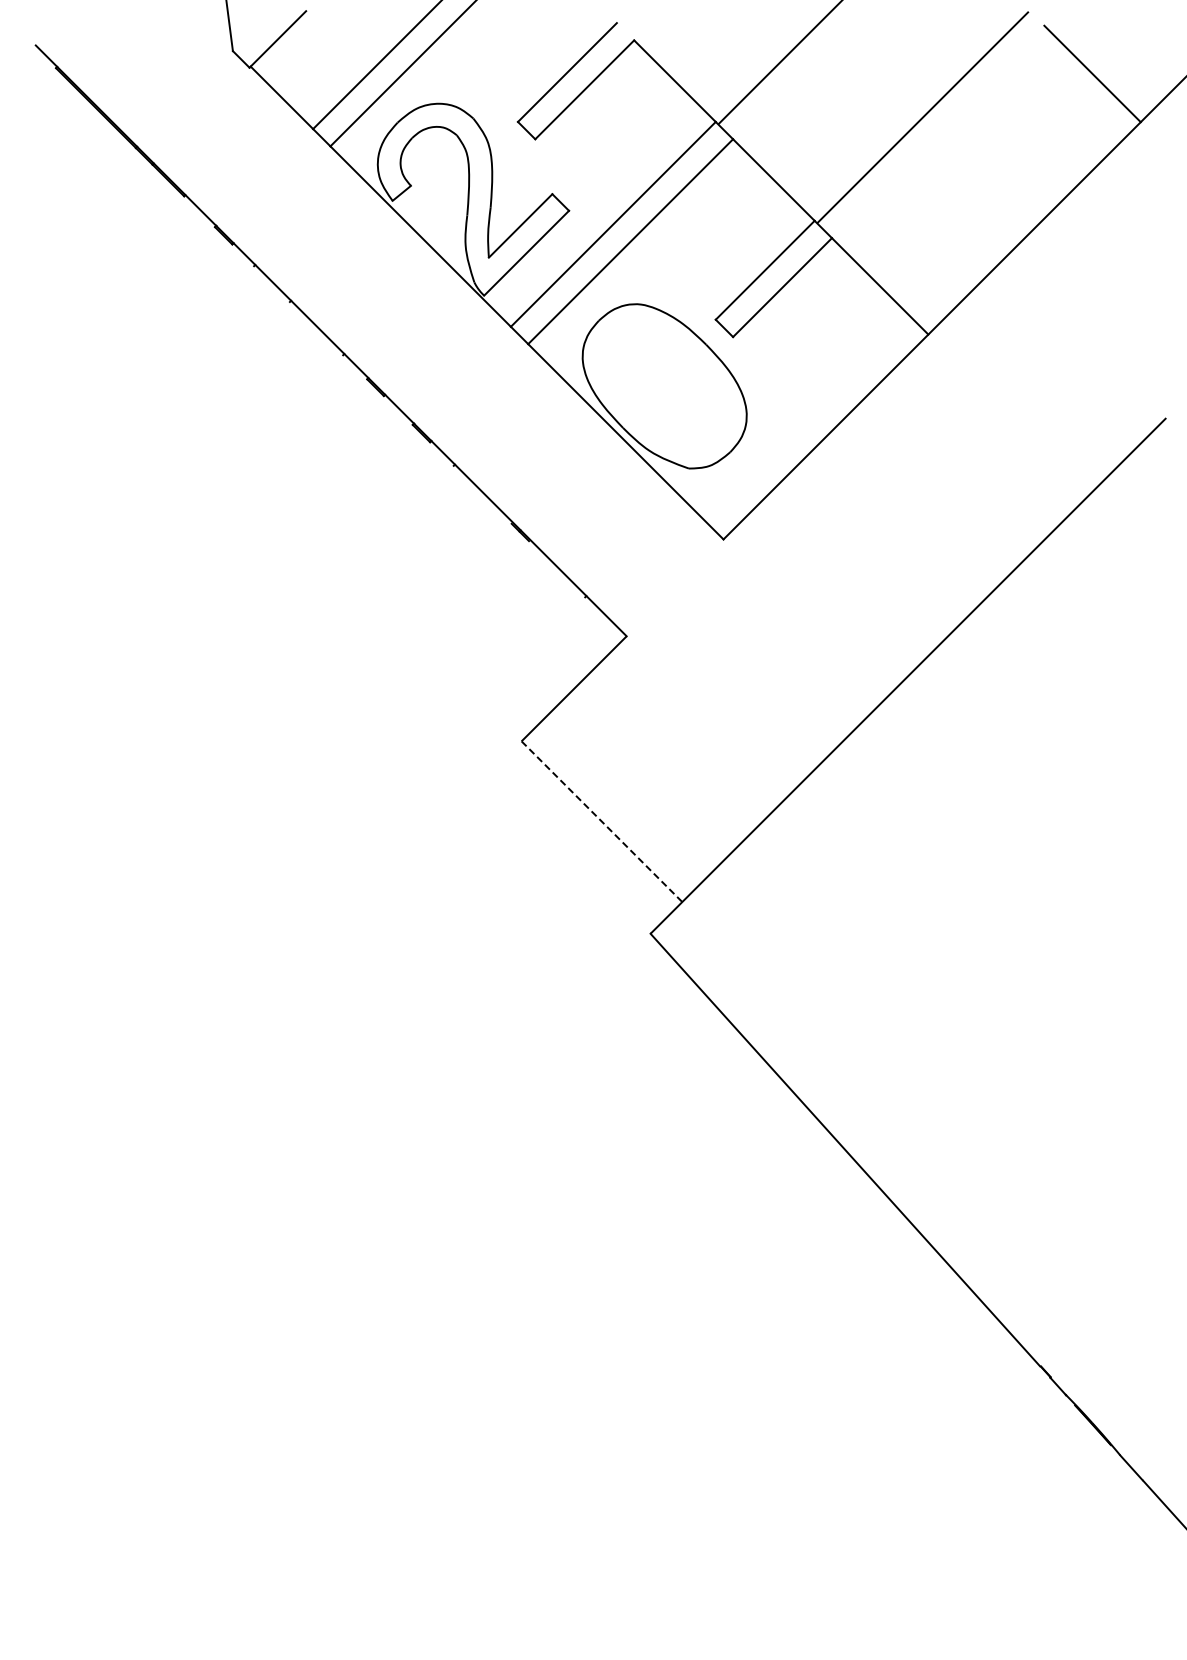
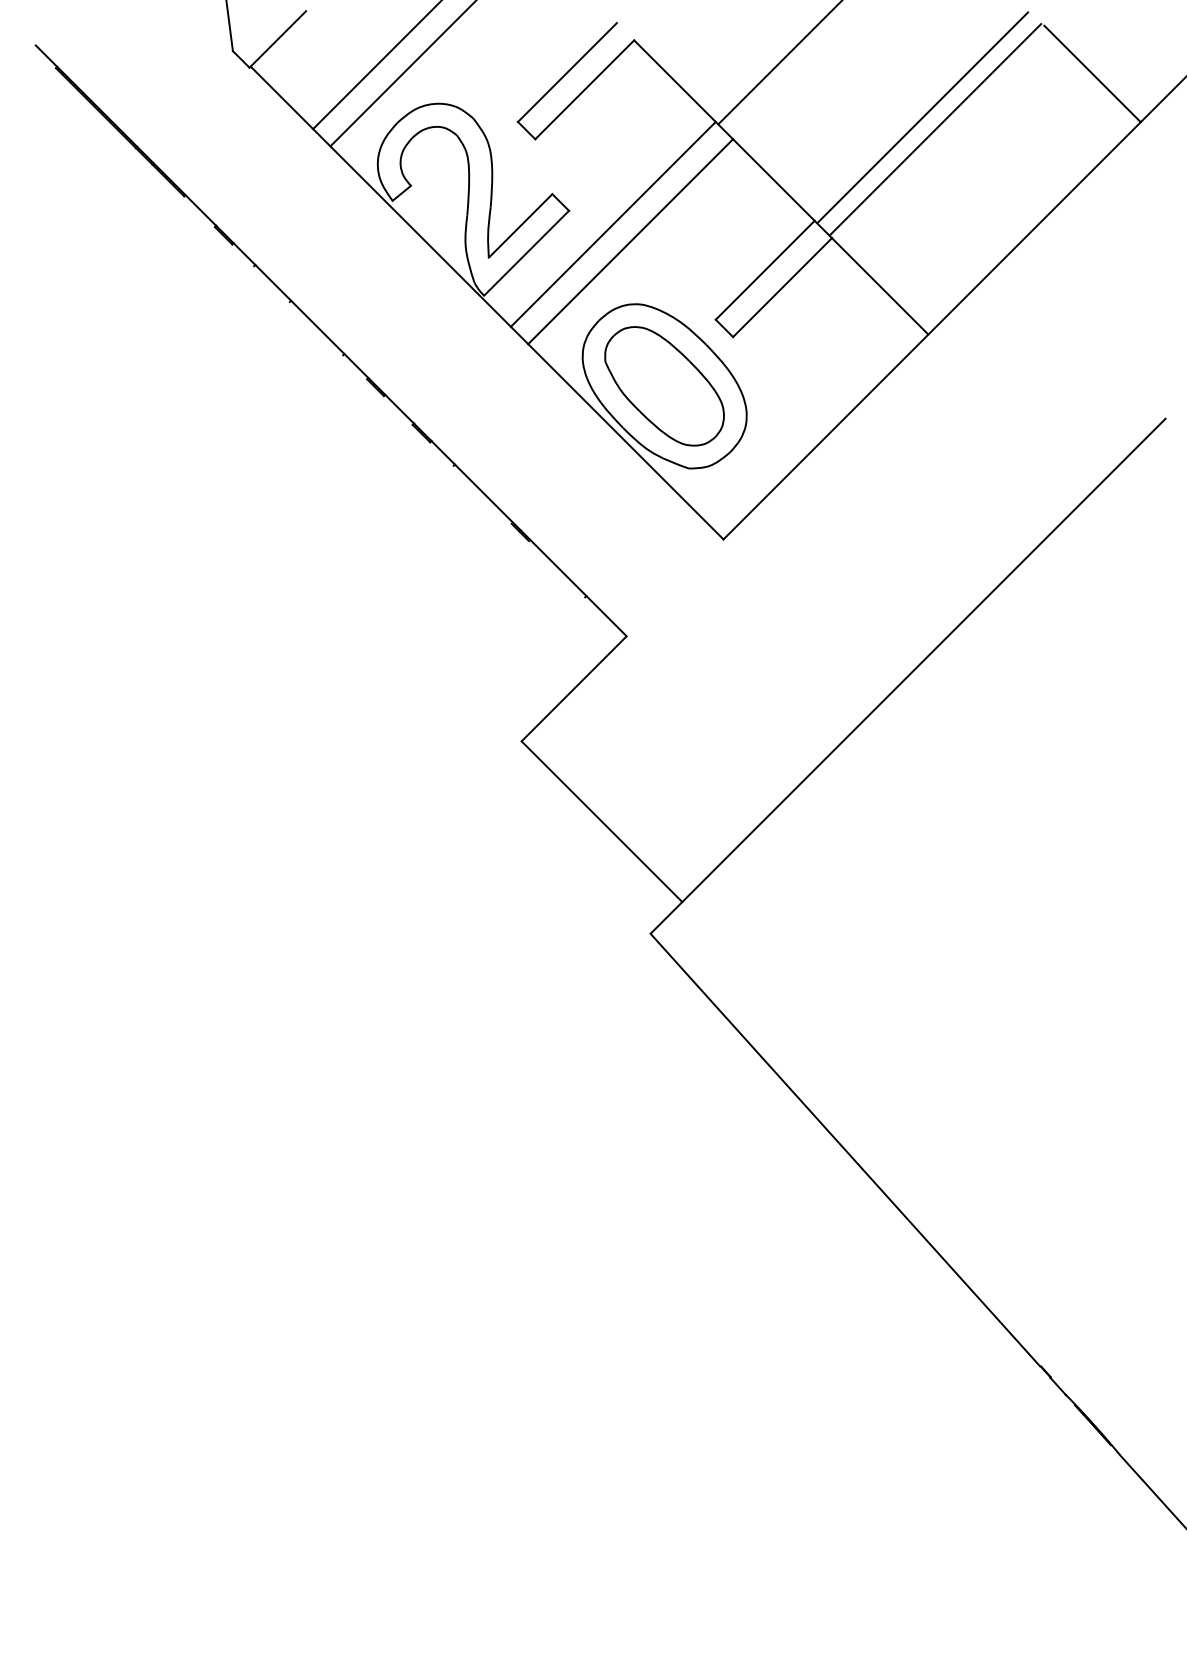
line at (935, 129): none -> present
part at (664, 386): none -> present
line at (601, 821): dashed -> solid
